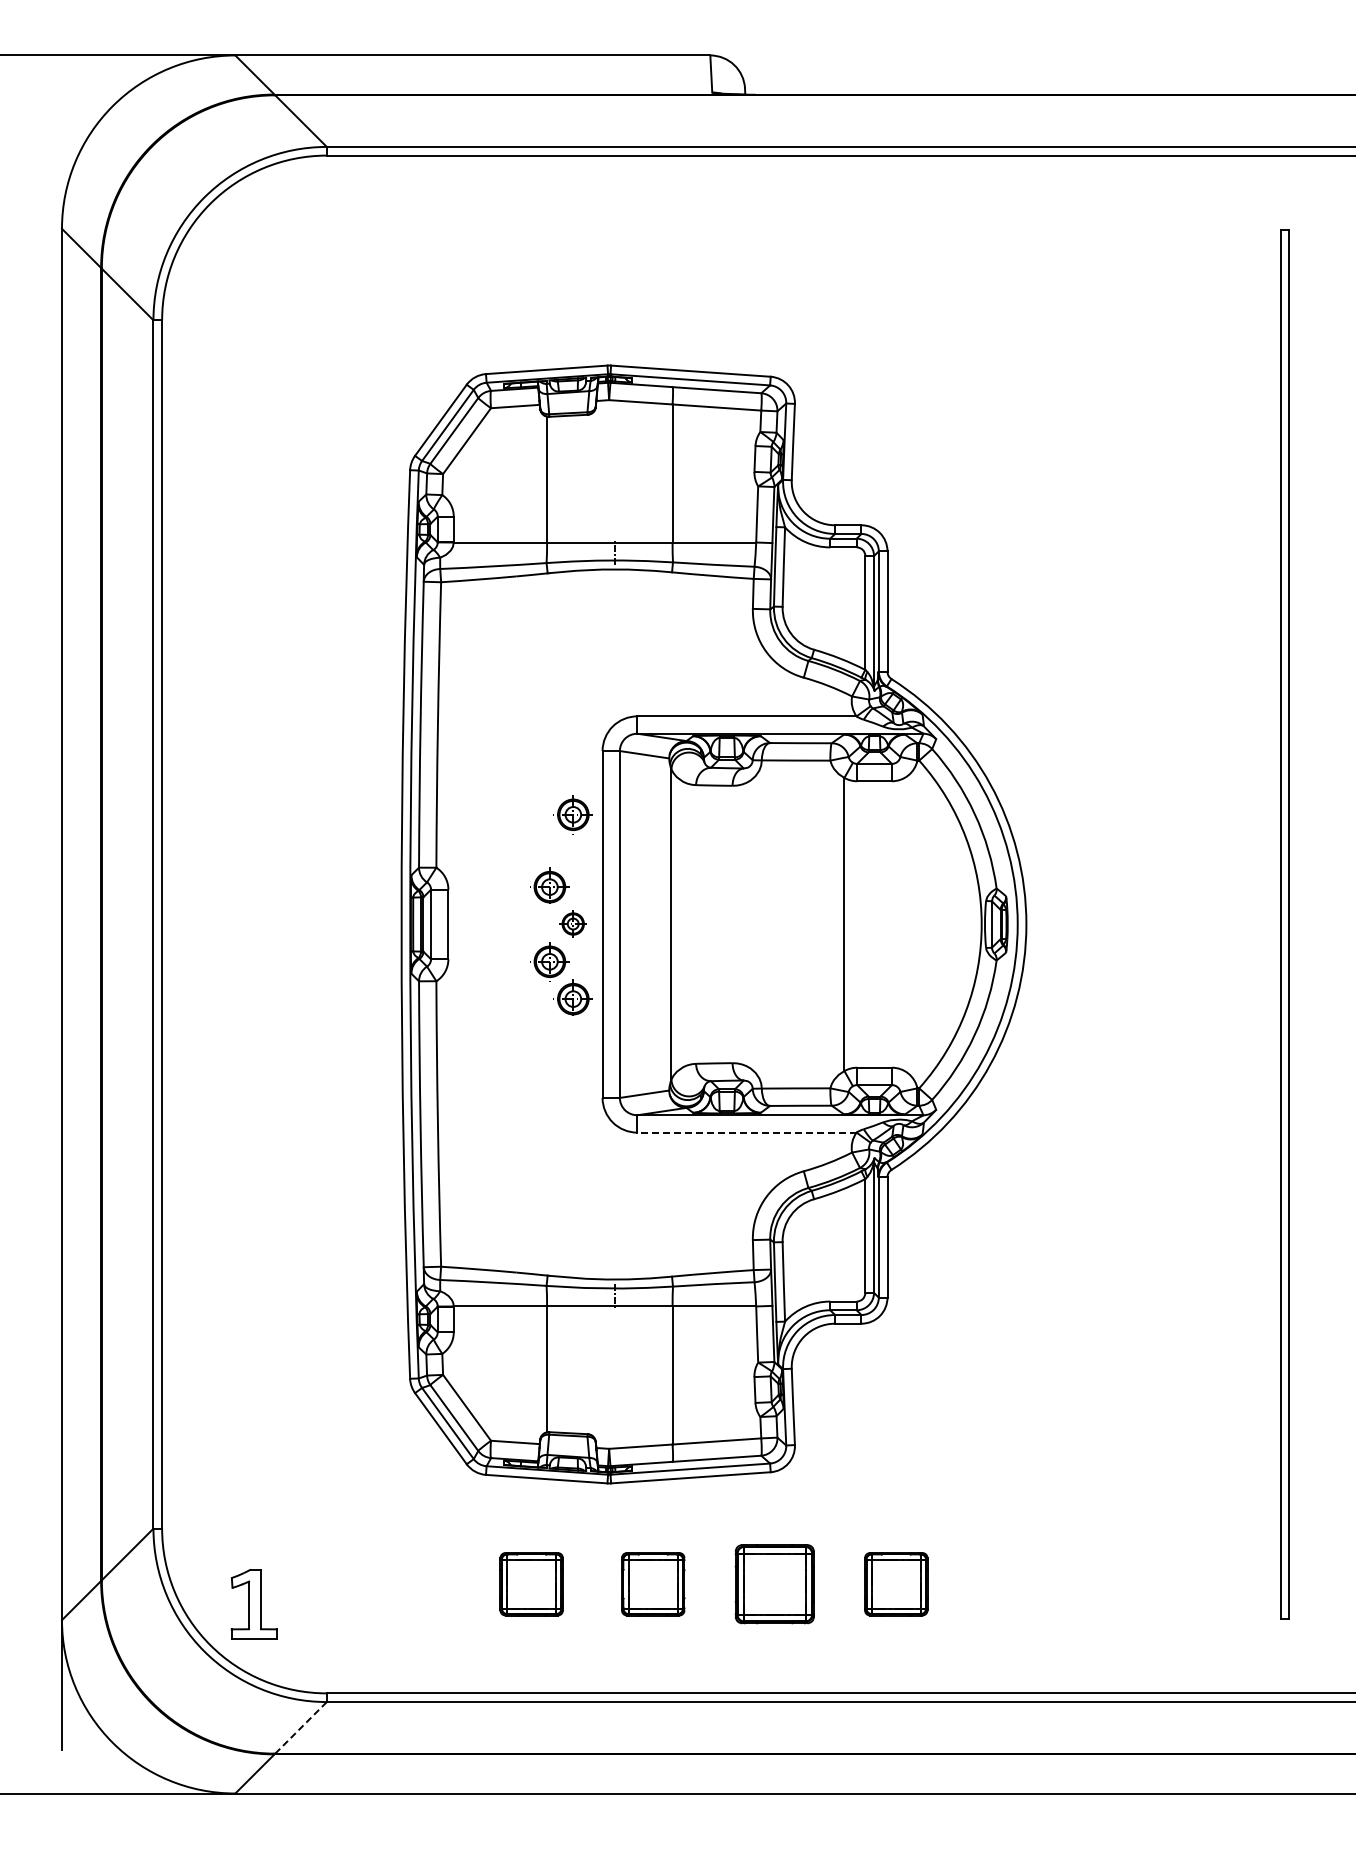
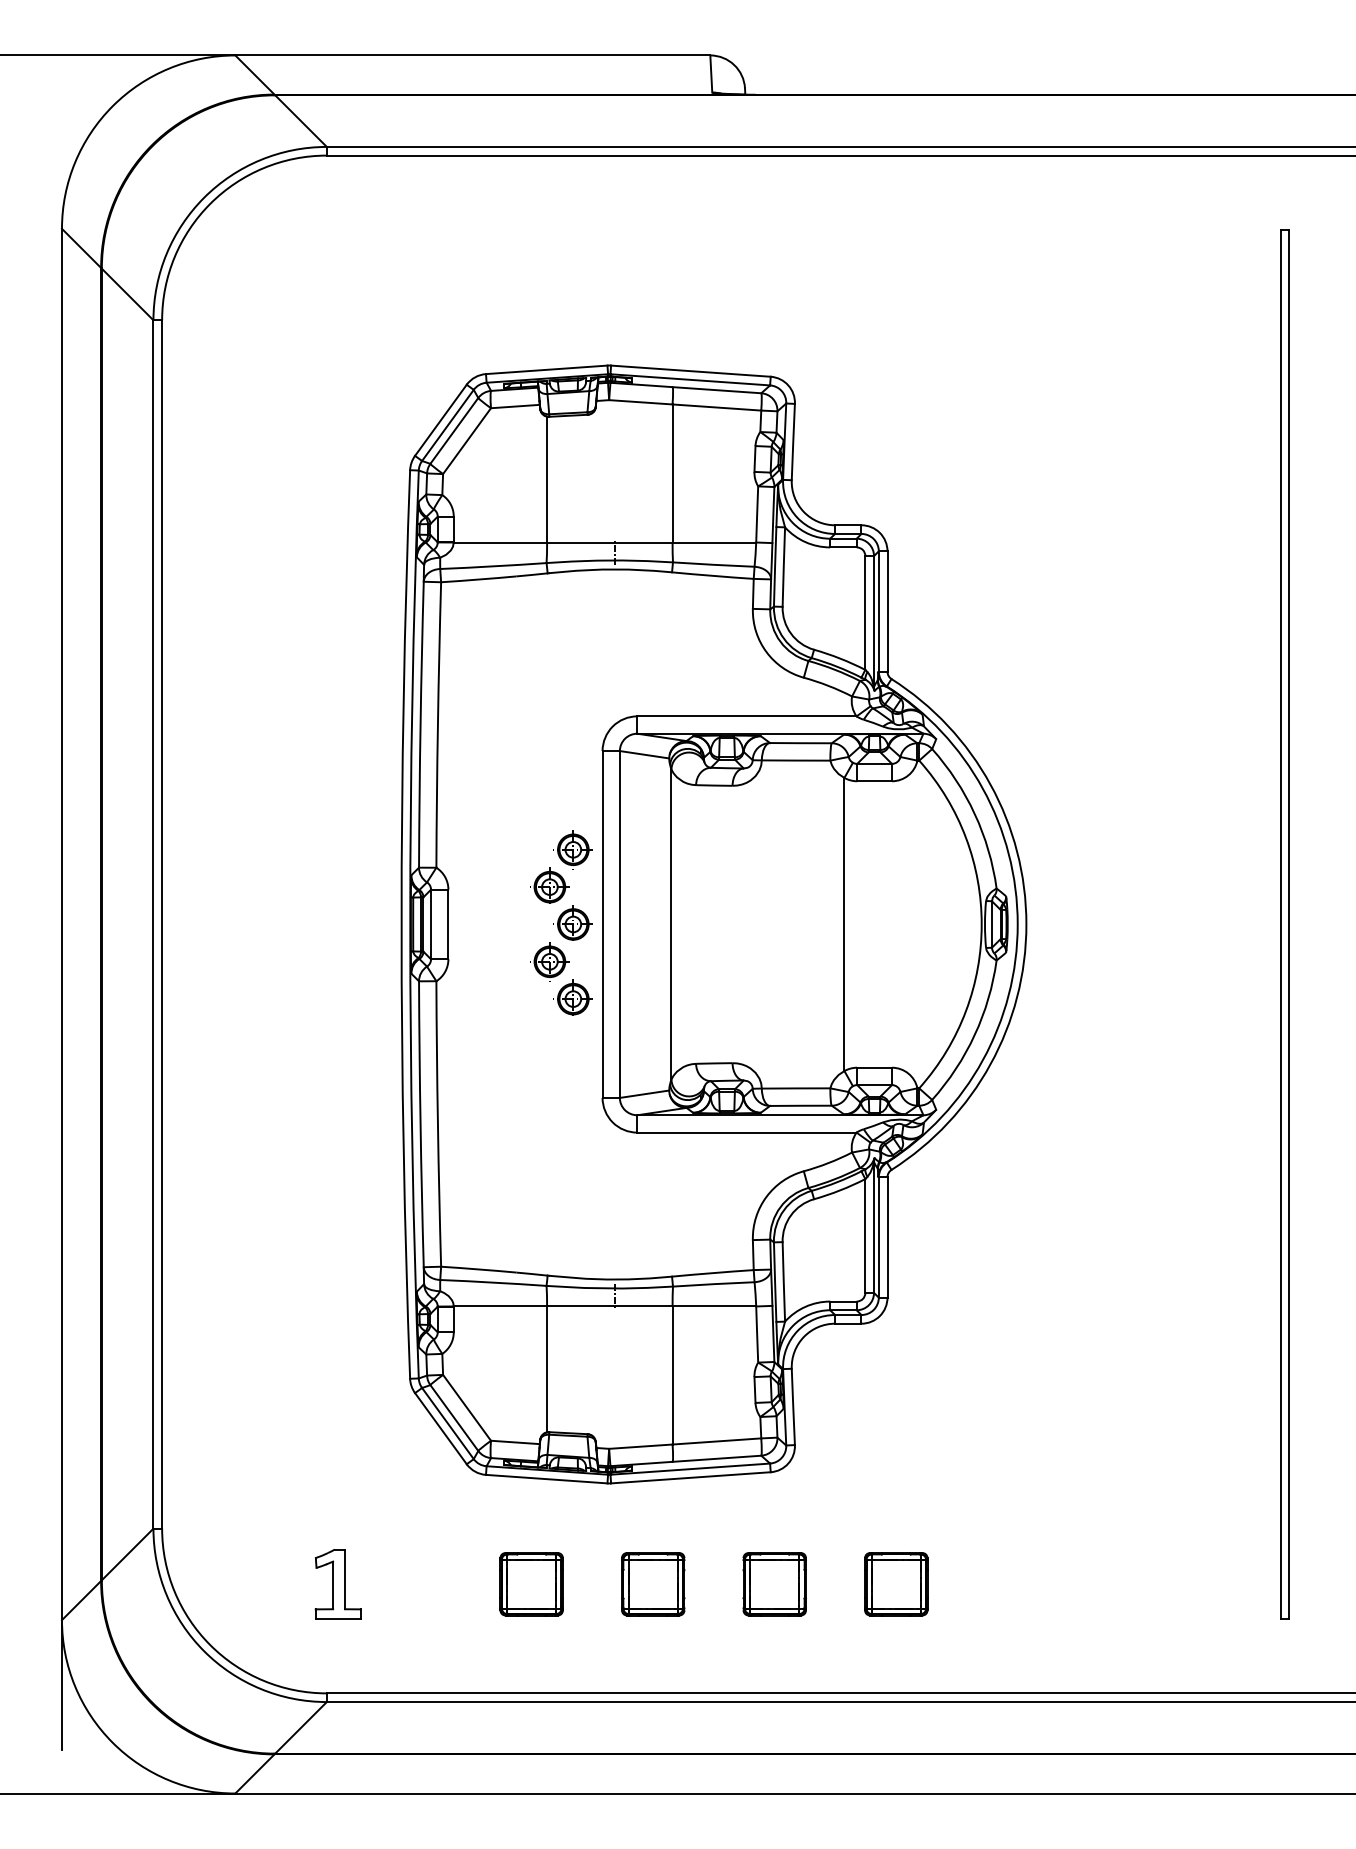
part at (572, 814) position: (572, 814) -> (572, 849)
part at (572, 923) size: 28x28 px -> 40x36 px
line at (747, 1132): dashed -> solid
part at (774, 1584) size: 81x81 px -> 65x65 px
part at (253, 1604) position: (253, 1604) -> (337, 1584)
line at (301, 1727): dashed -> solid
